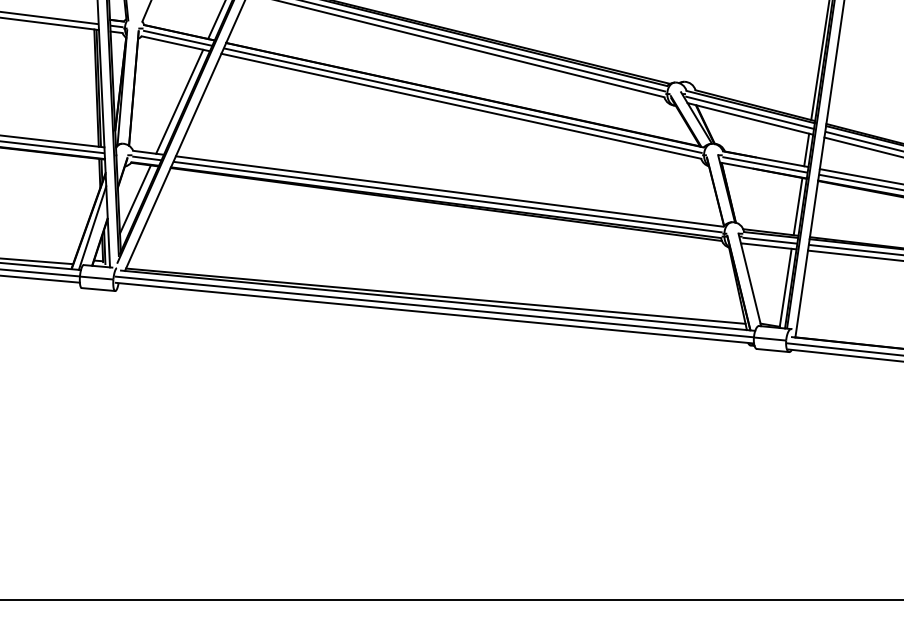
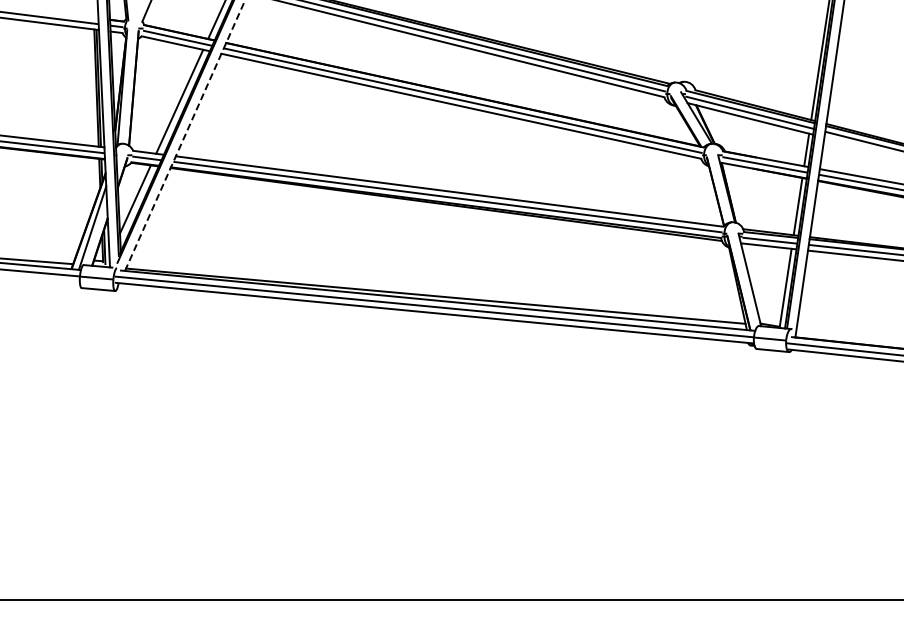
line at (185, 135): solid -> dashed
line at (862, 146): present -> none
line at (40, 278): present -> none
